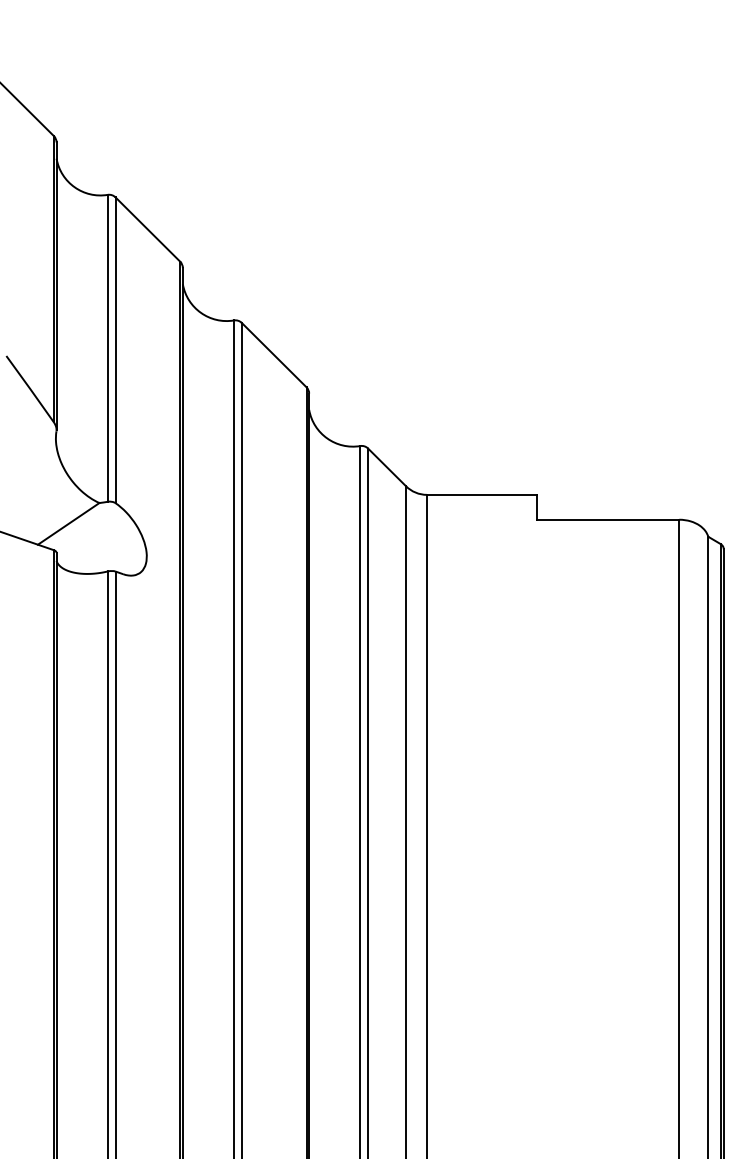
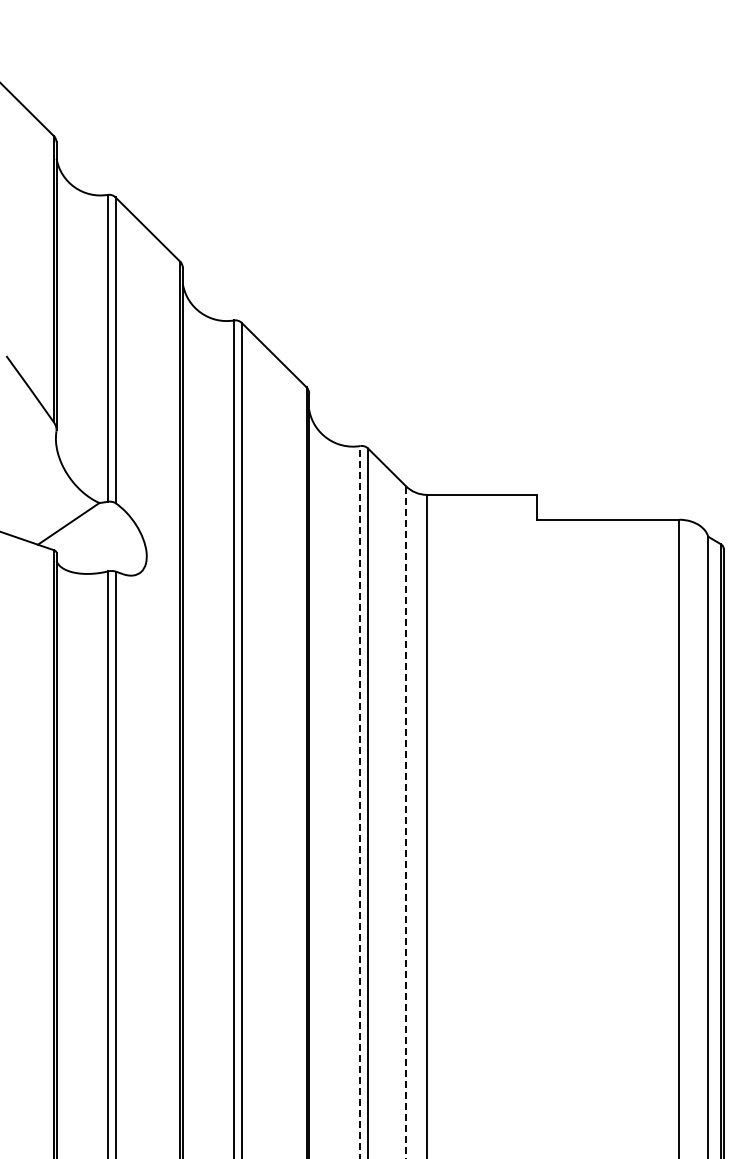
line at (360, 801): solid -> dashed
line at (406, 822): solid -> dashed
